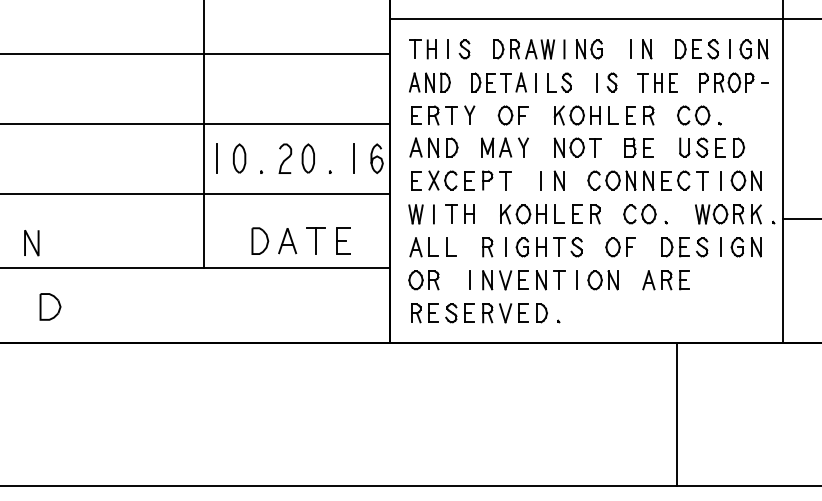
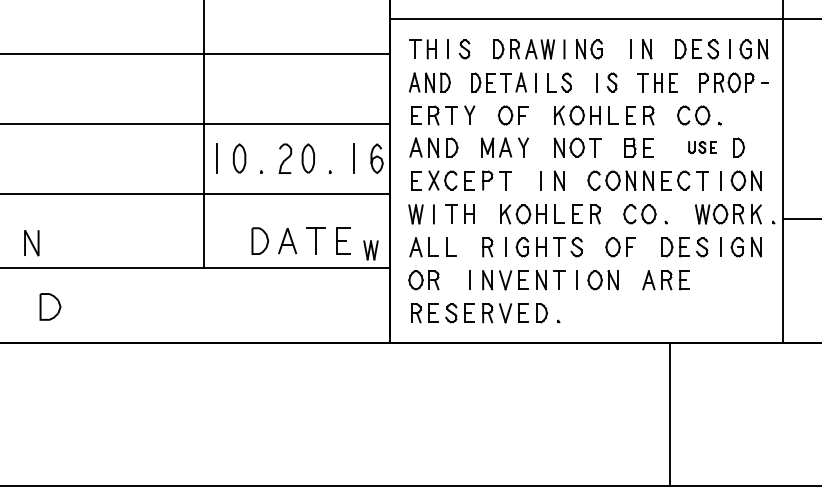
part at (702, 147) size: 47x21 px -> 29x13 px
part at (370, 250): none -> present
line at (676, 413) position: (676, 413) -> (669, 413)
